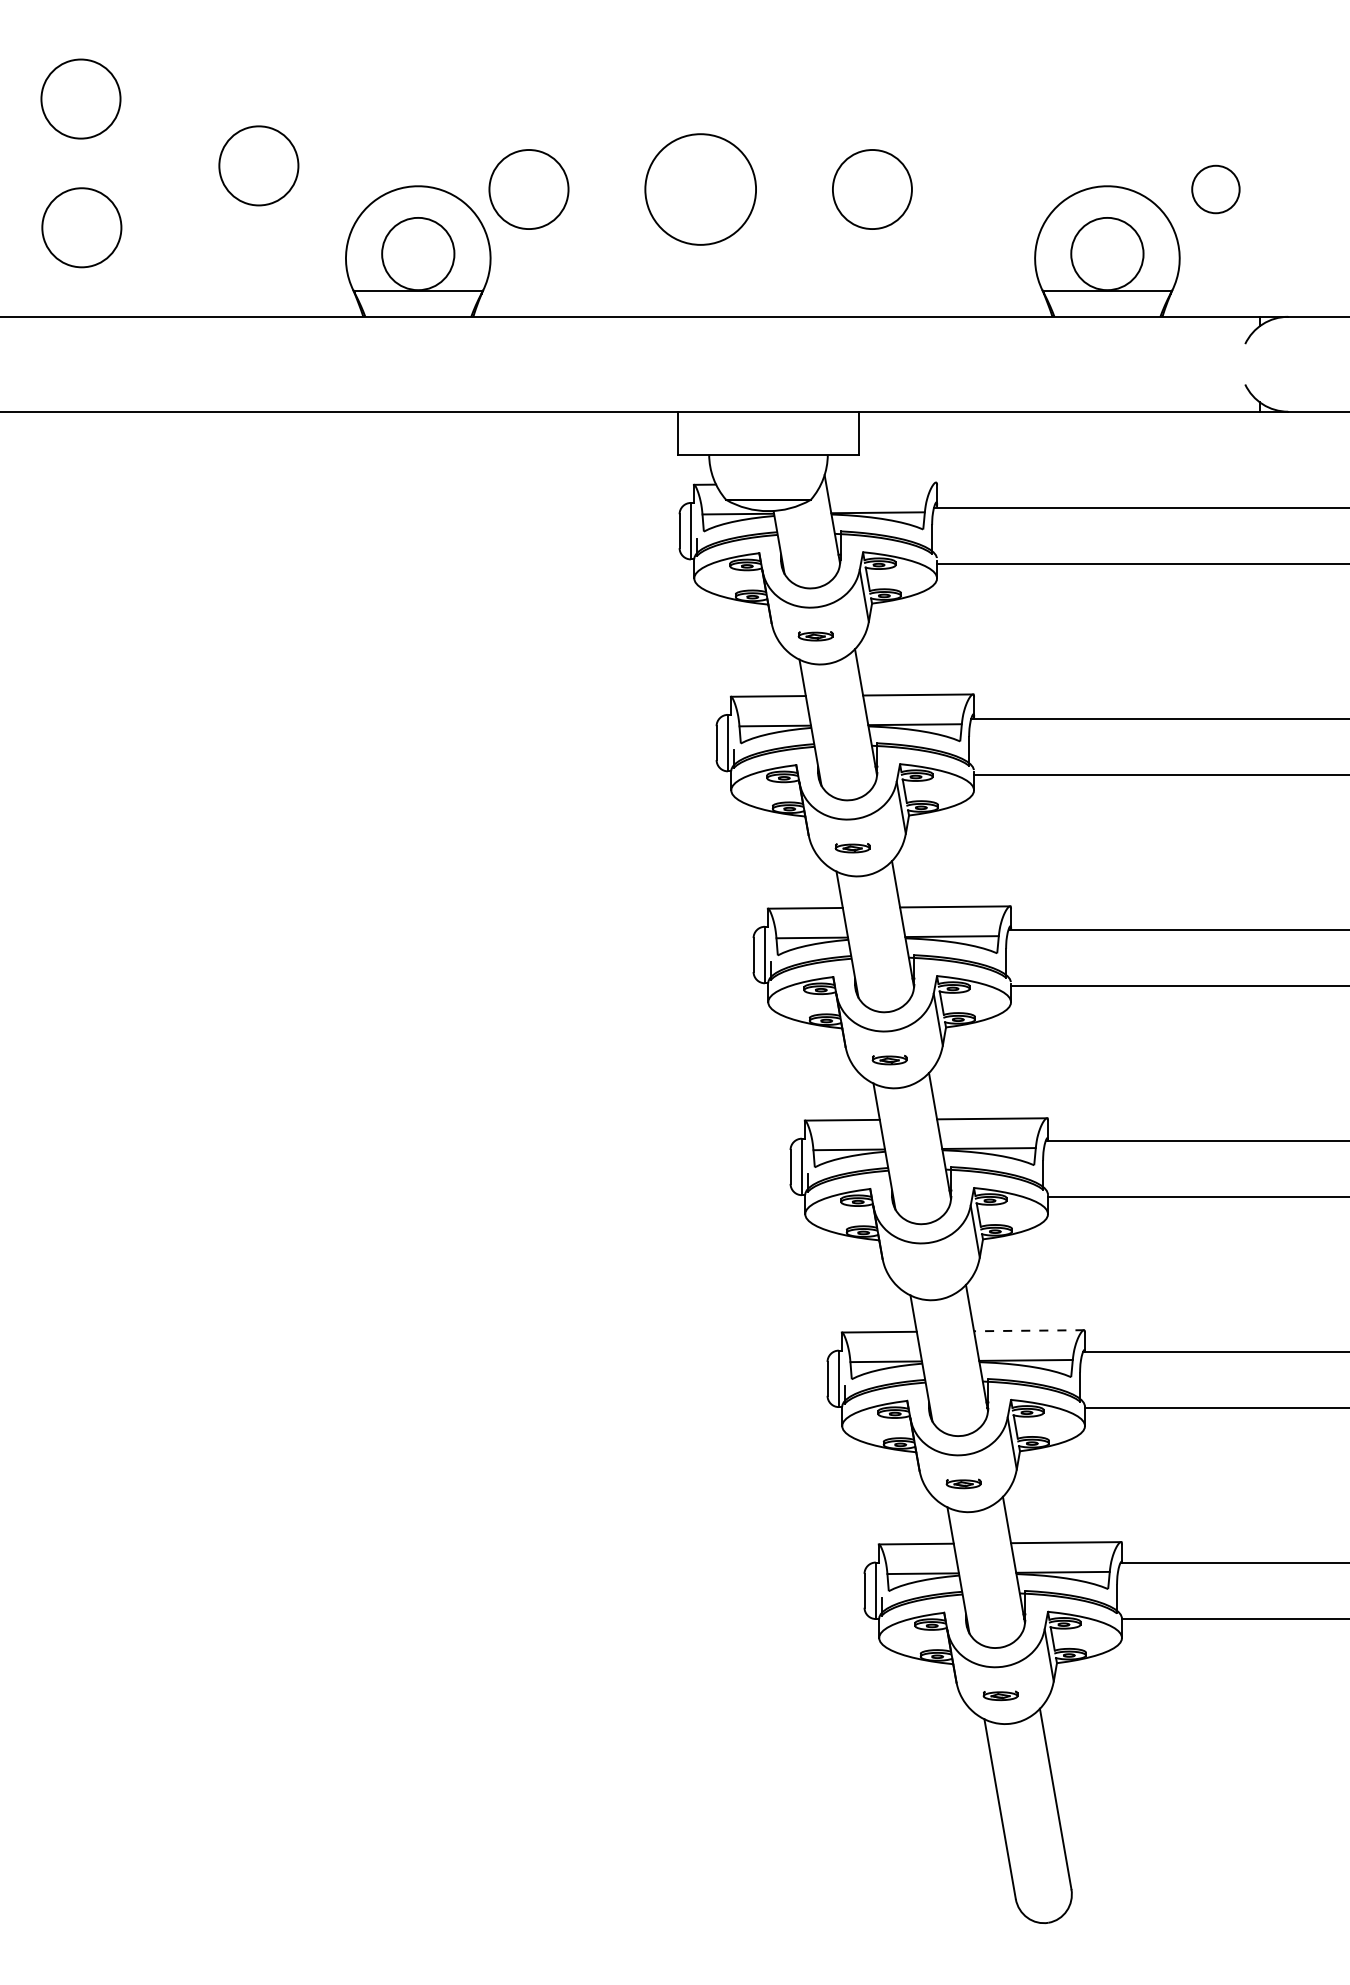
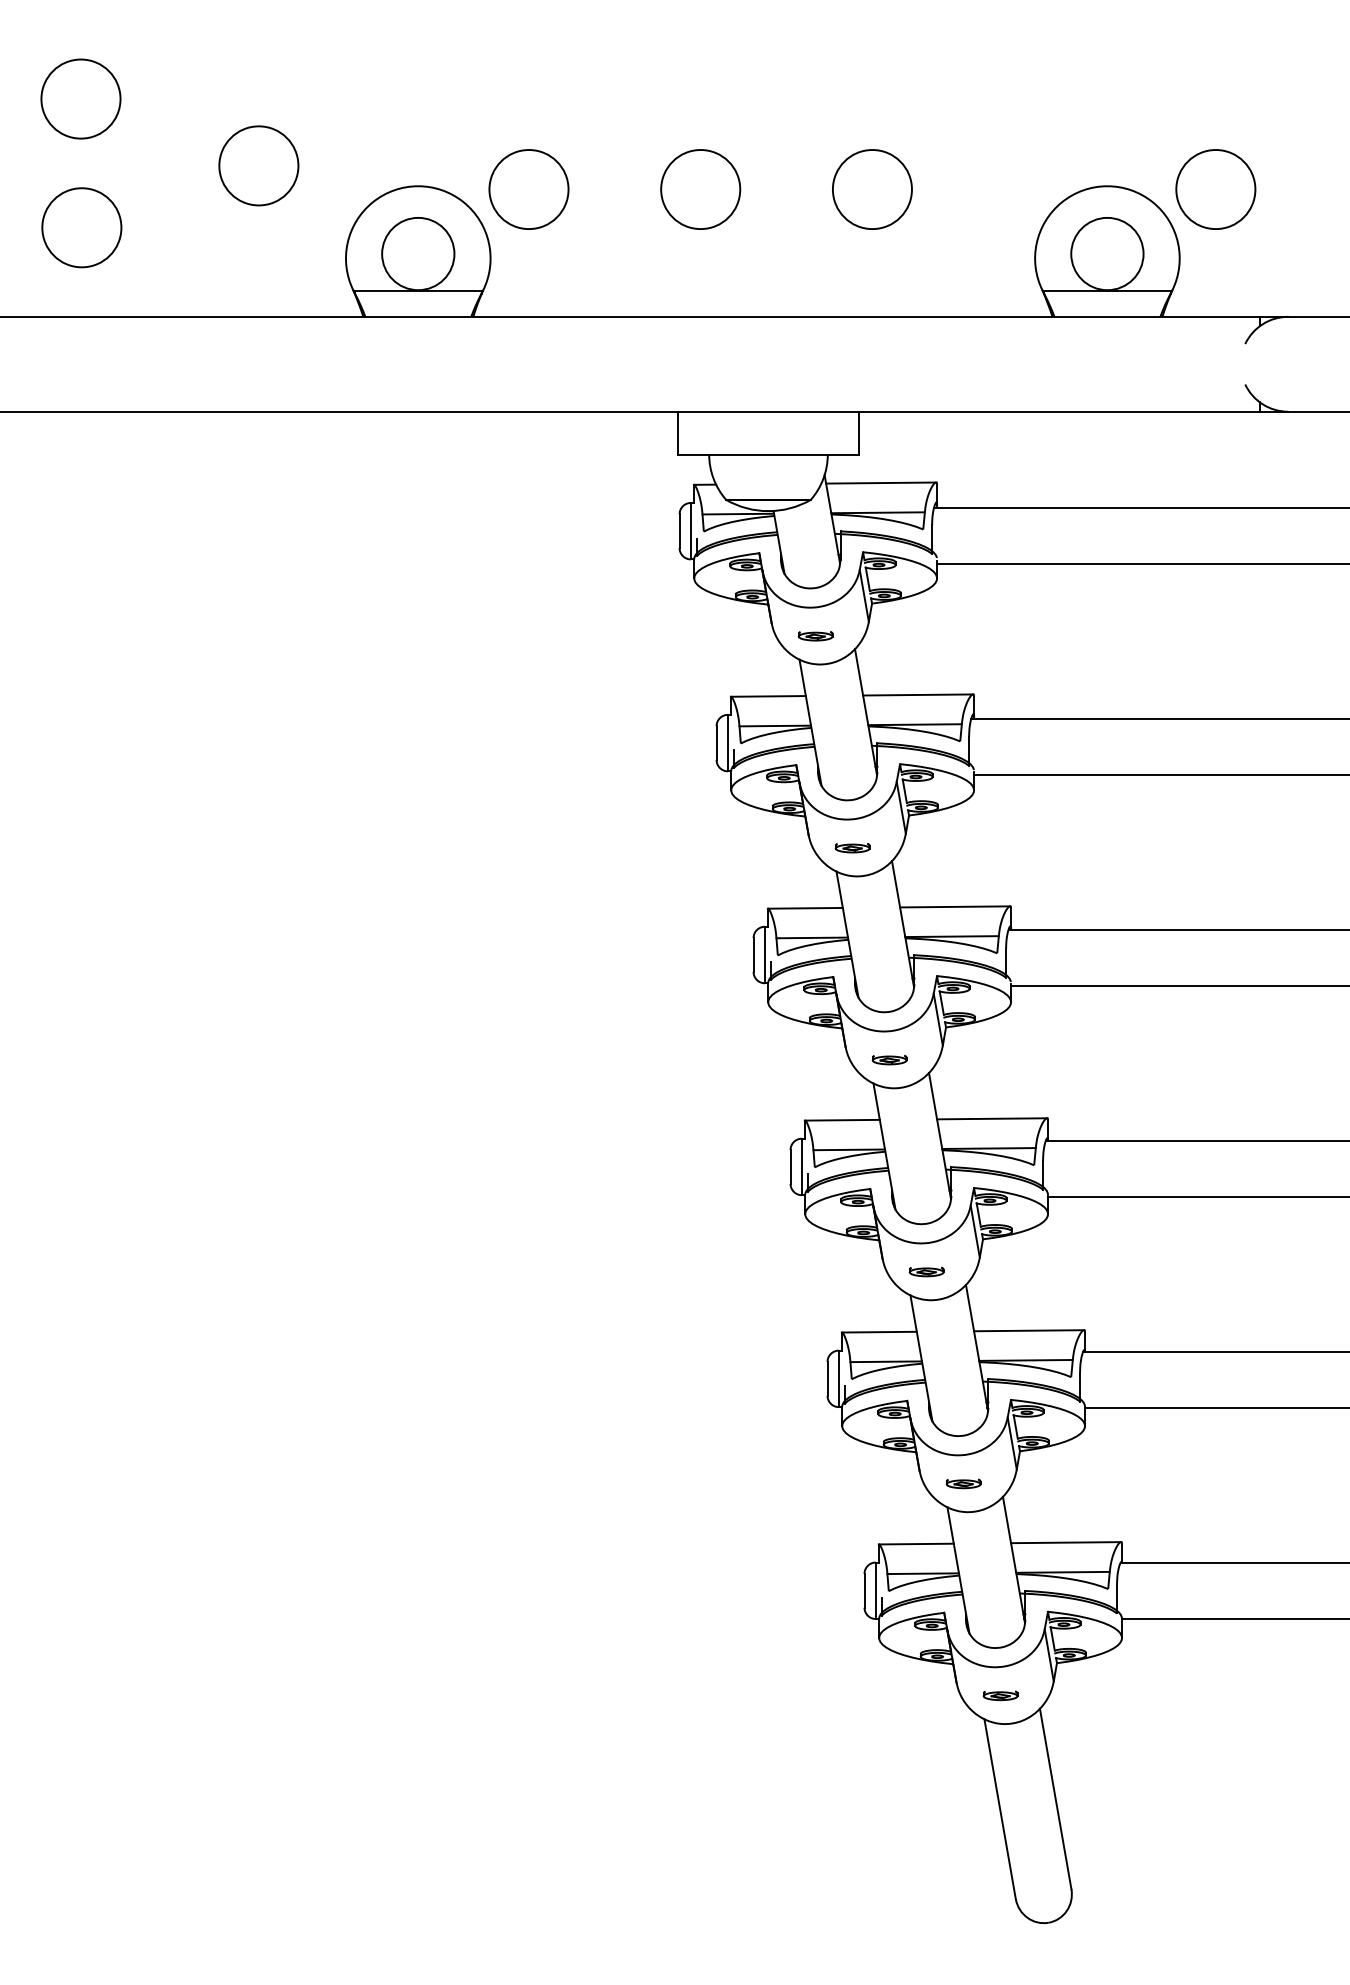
circle at (700, 189) diameter: 111 px -> 79 px
circle at (1215, 189) size: 50x51 px -> 82x81 px
line at (881, 482): none -> present
part at (926, 1271): none -> present
line at (1028, 1330): dashed -> solid
